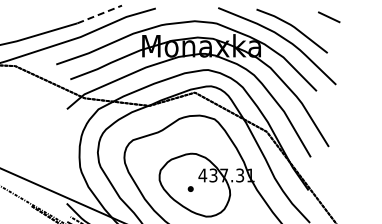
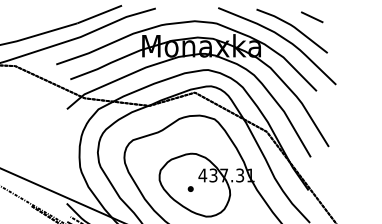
line at (100, 14): dashed -> solid
line at (329, 17) position: (329, 17) -> (312, 17)
